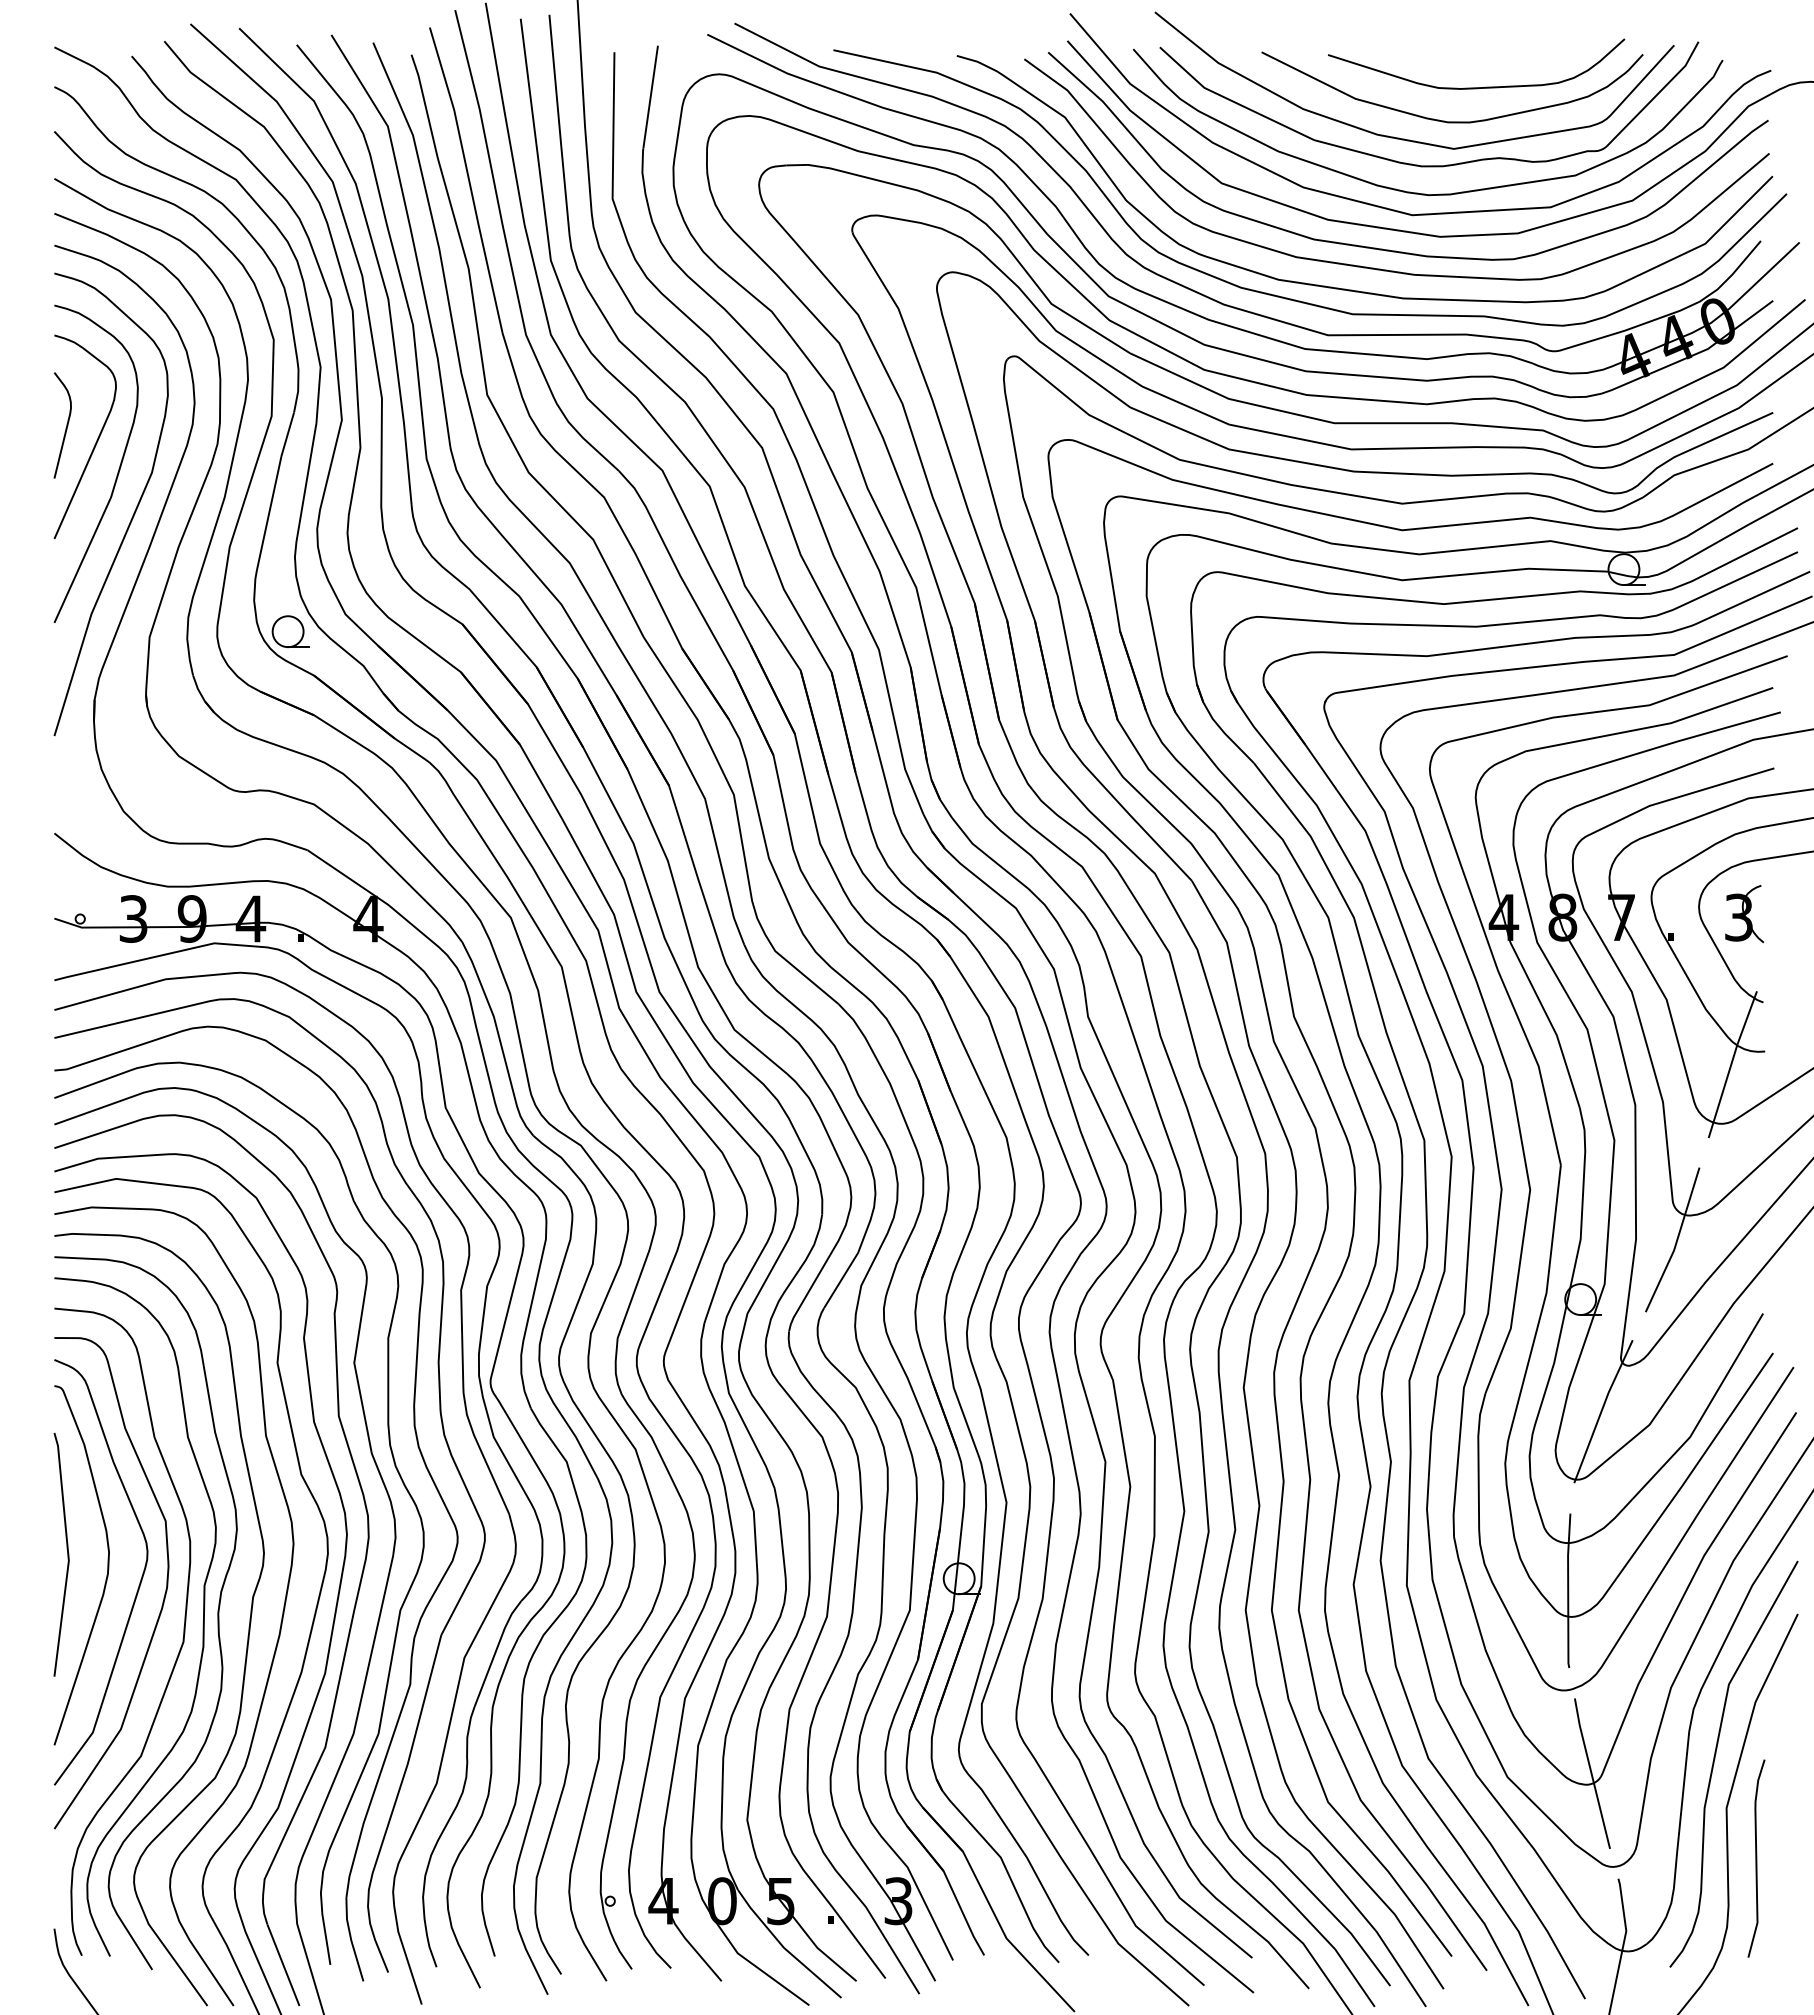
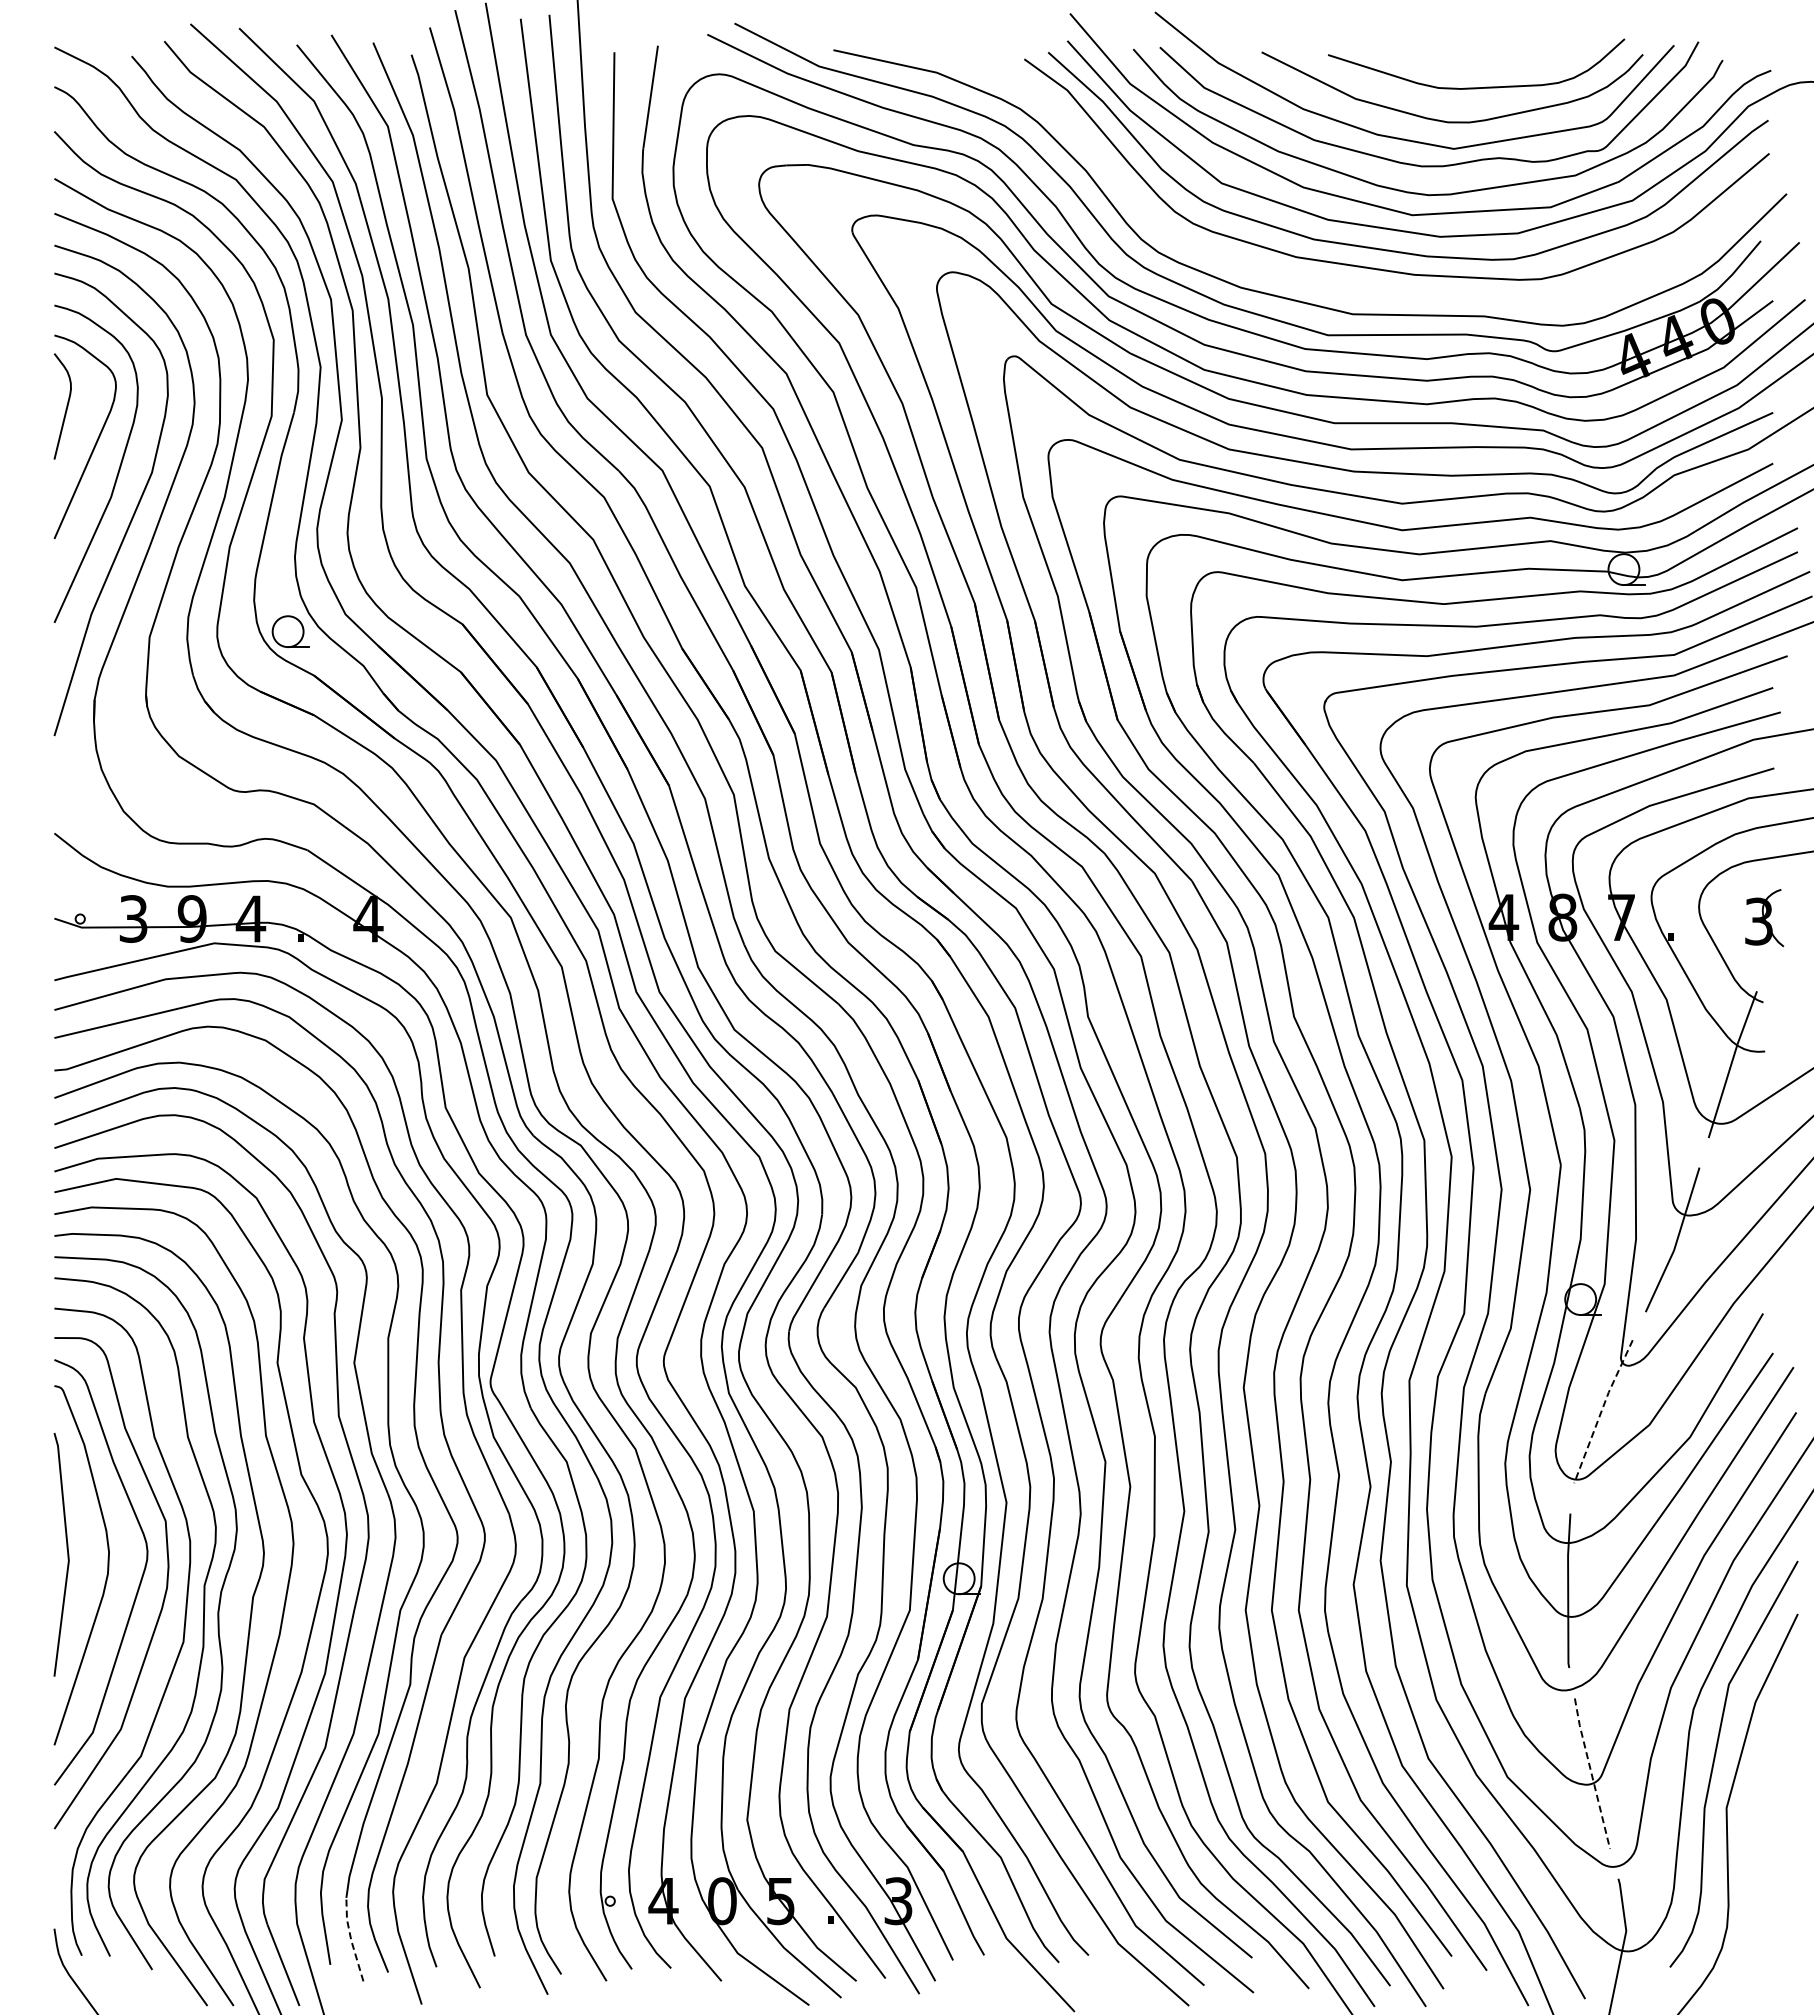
curve at (1345, 288): present -> none
curve at (66, 425) position: (66, 425) -> (66, 406)
part at (1744, 914) position: (1744, 914) -> (1764, 918)
line at (1601, 1410): solid -> dashed
line at (1591, 1774): solid -> dashed
curve at (1756, 1858): present -> none
line at (351, 1939): solid -> dashed
